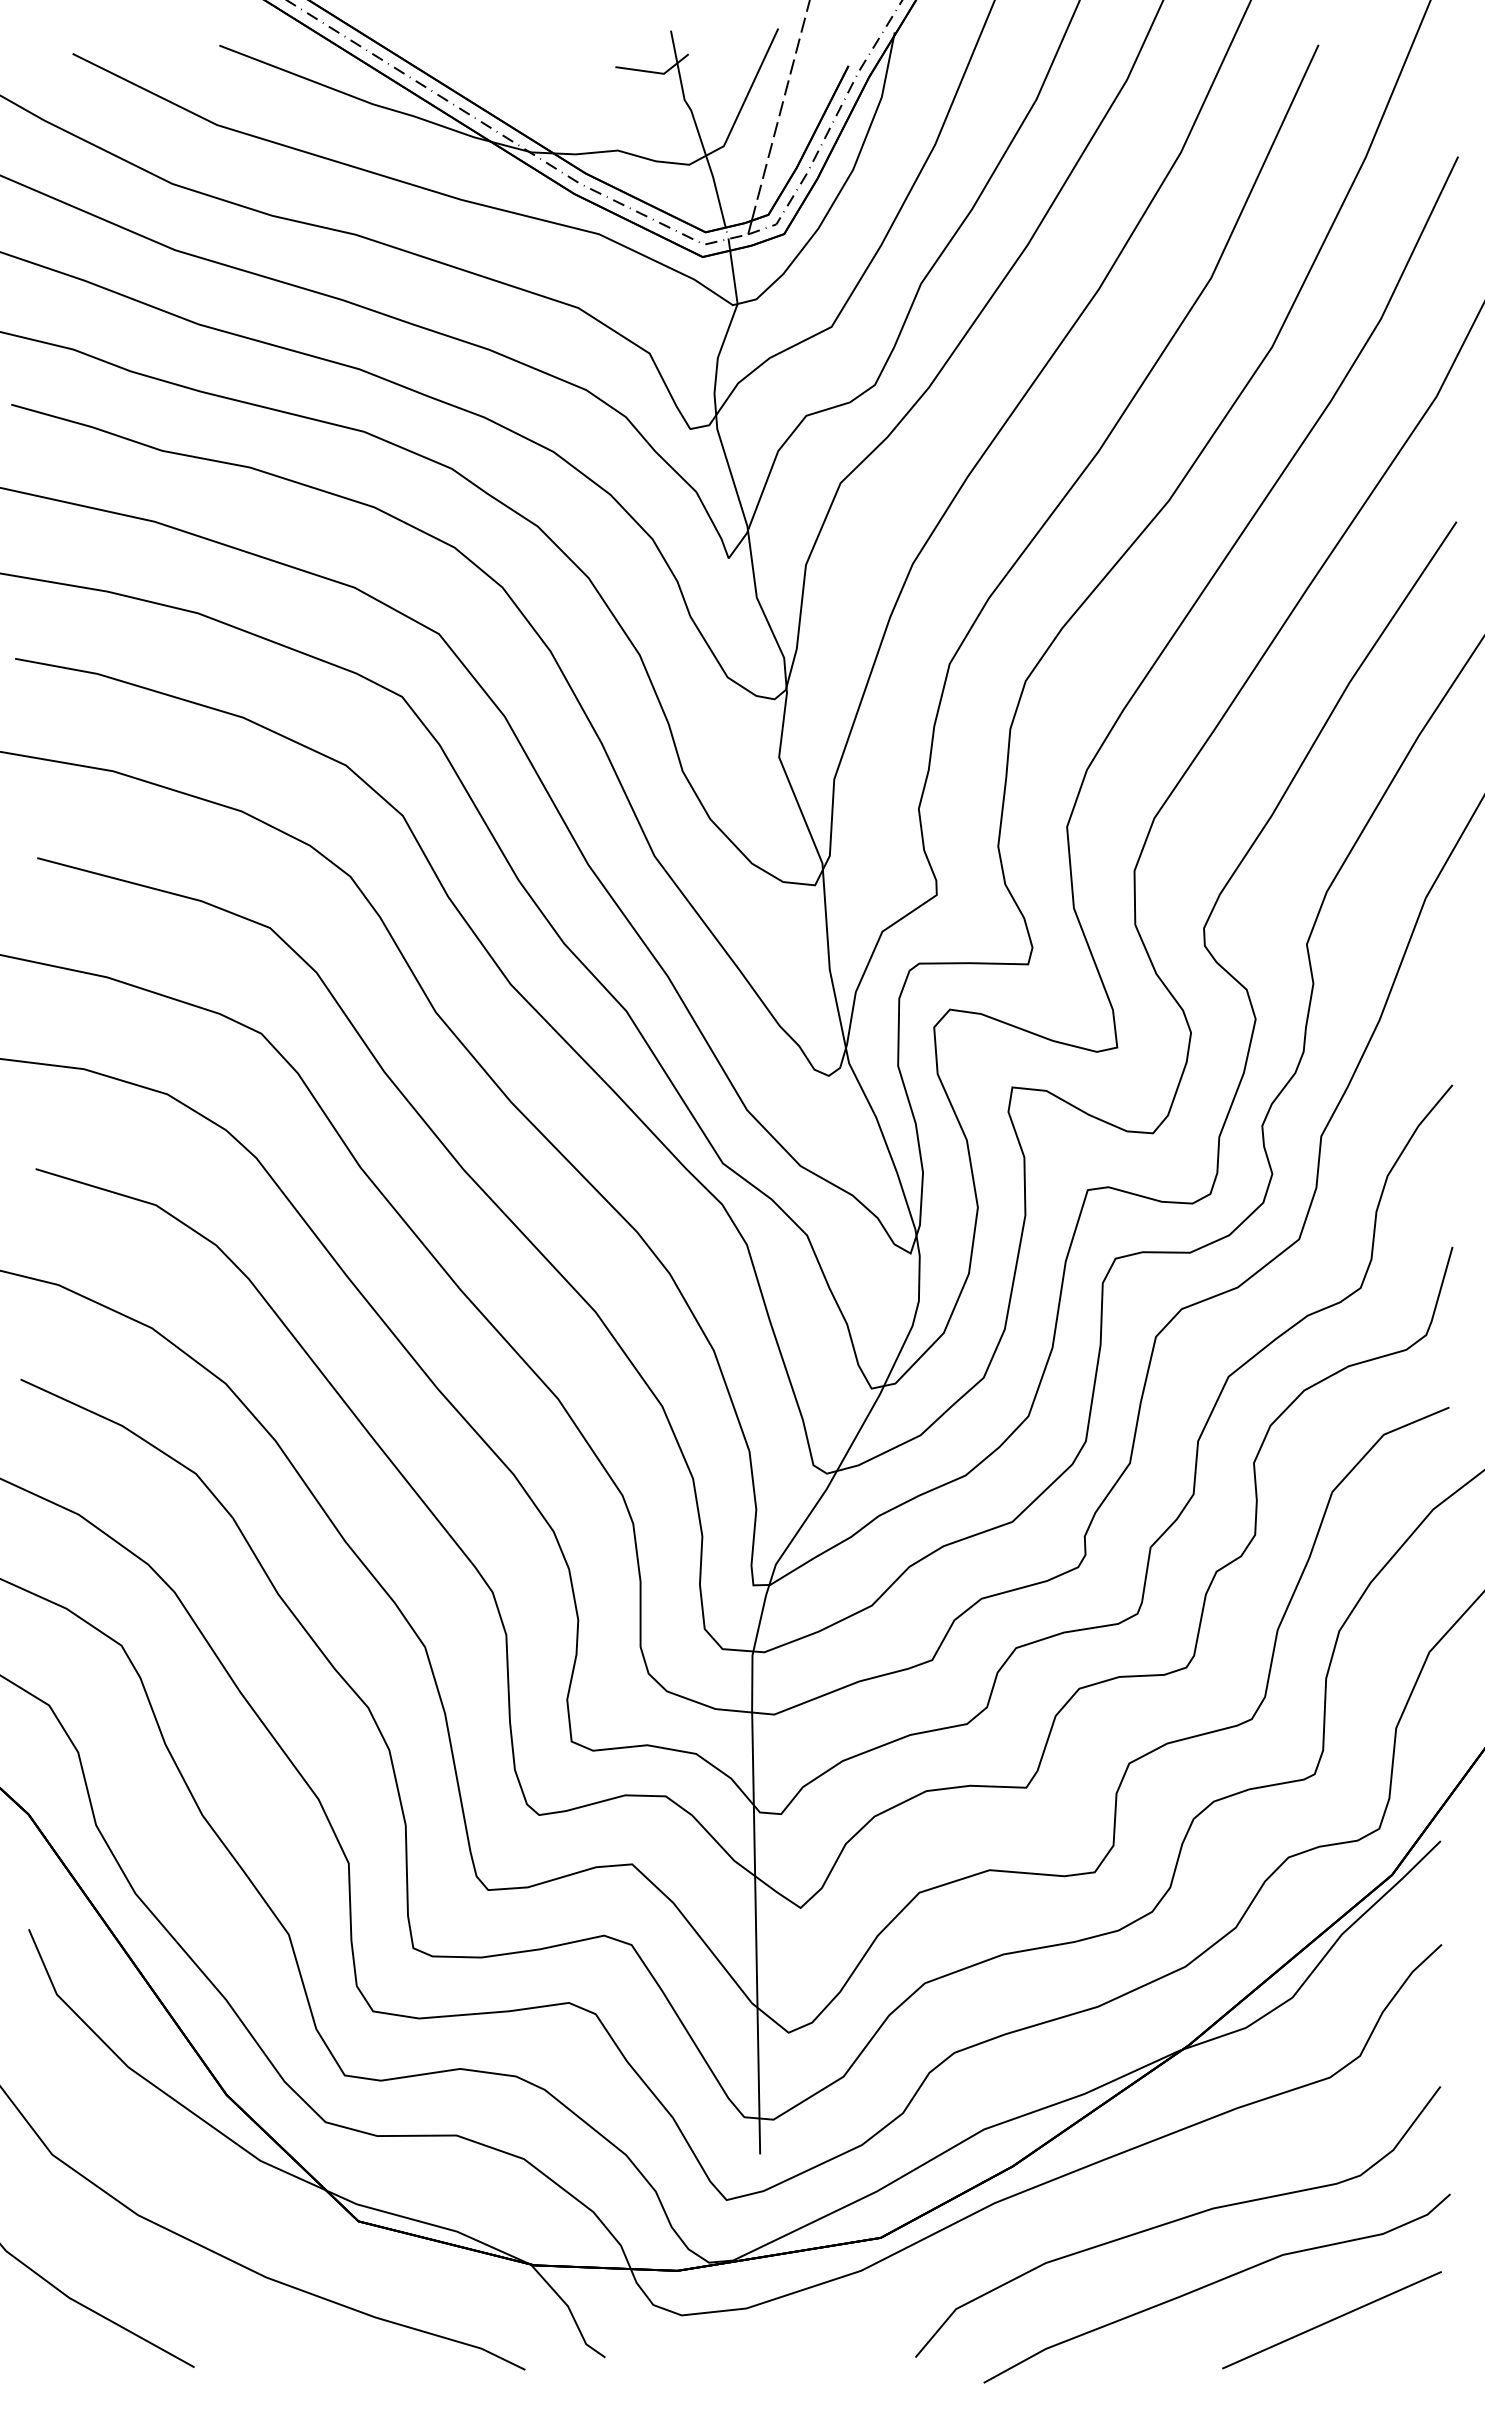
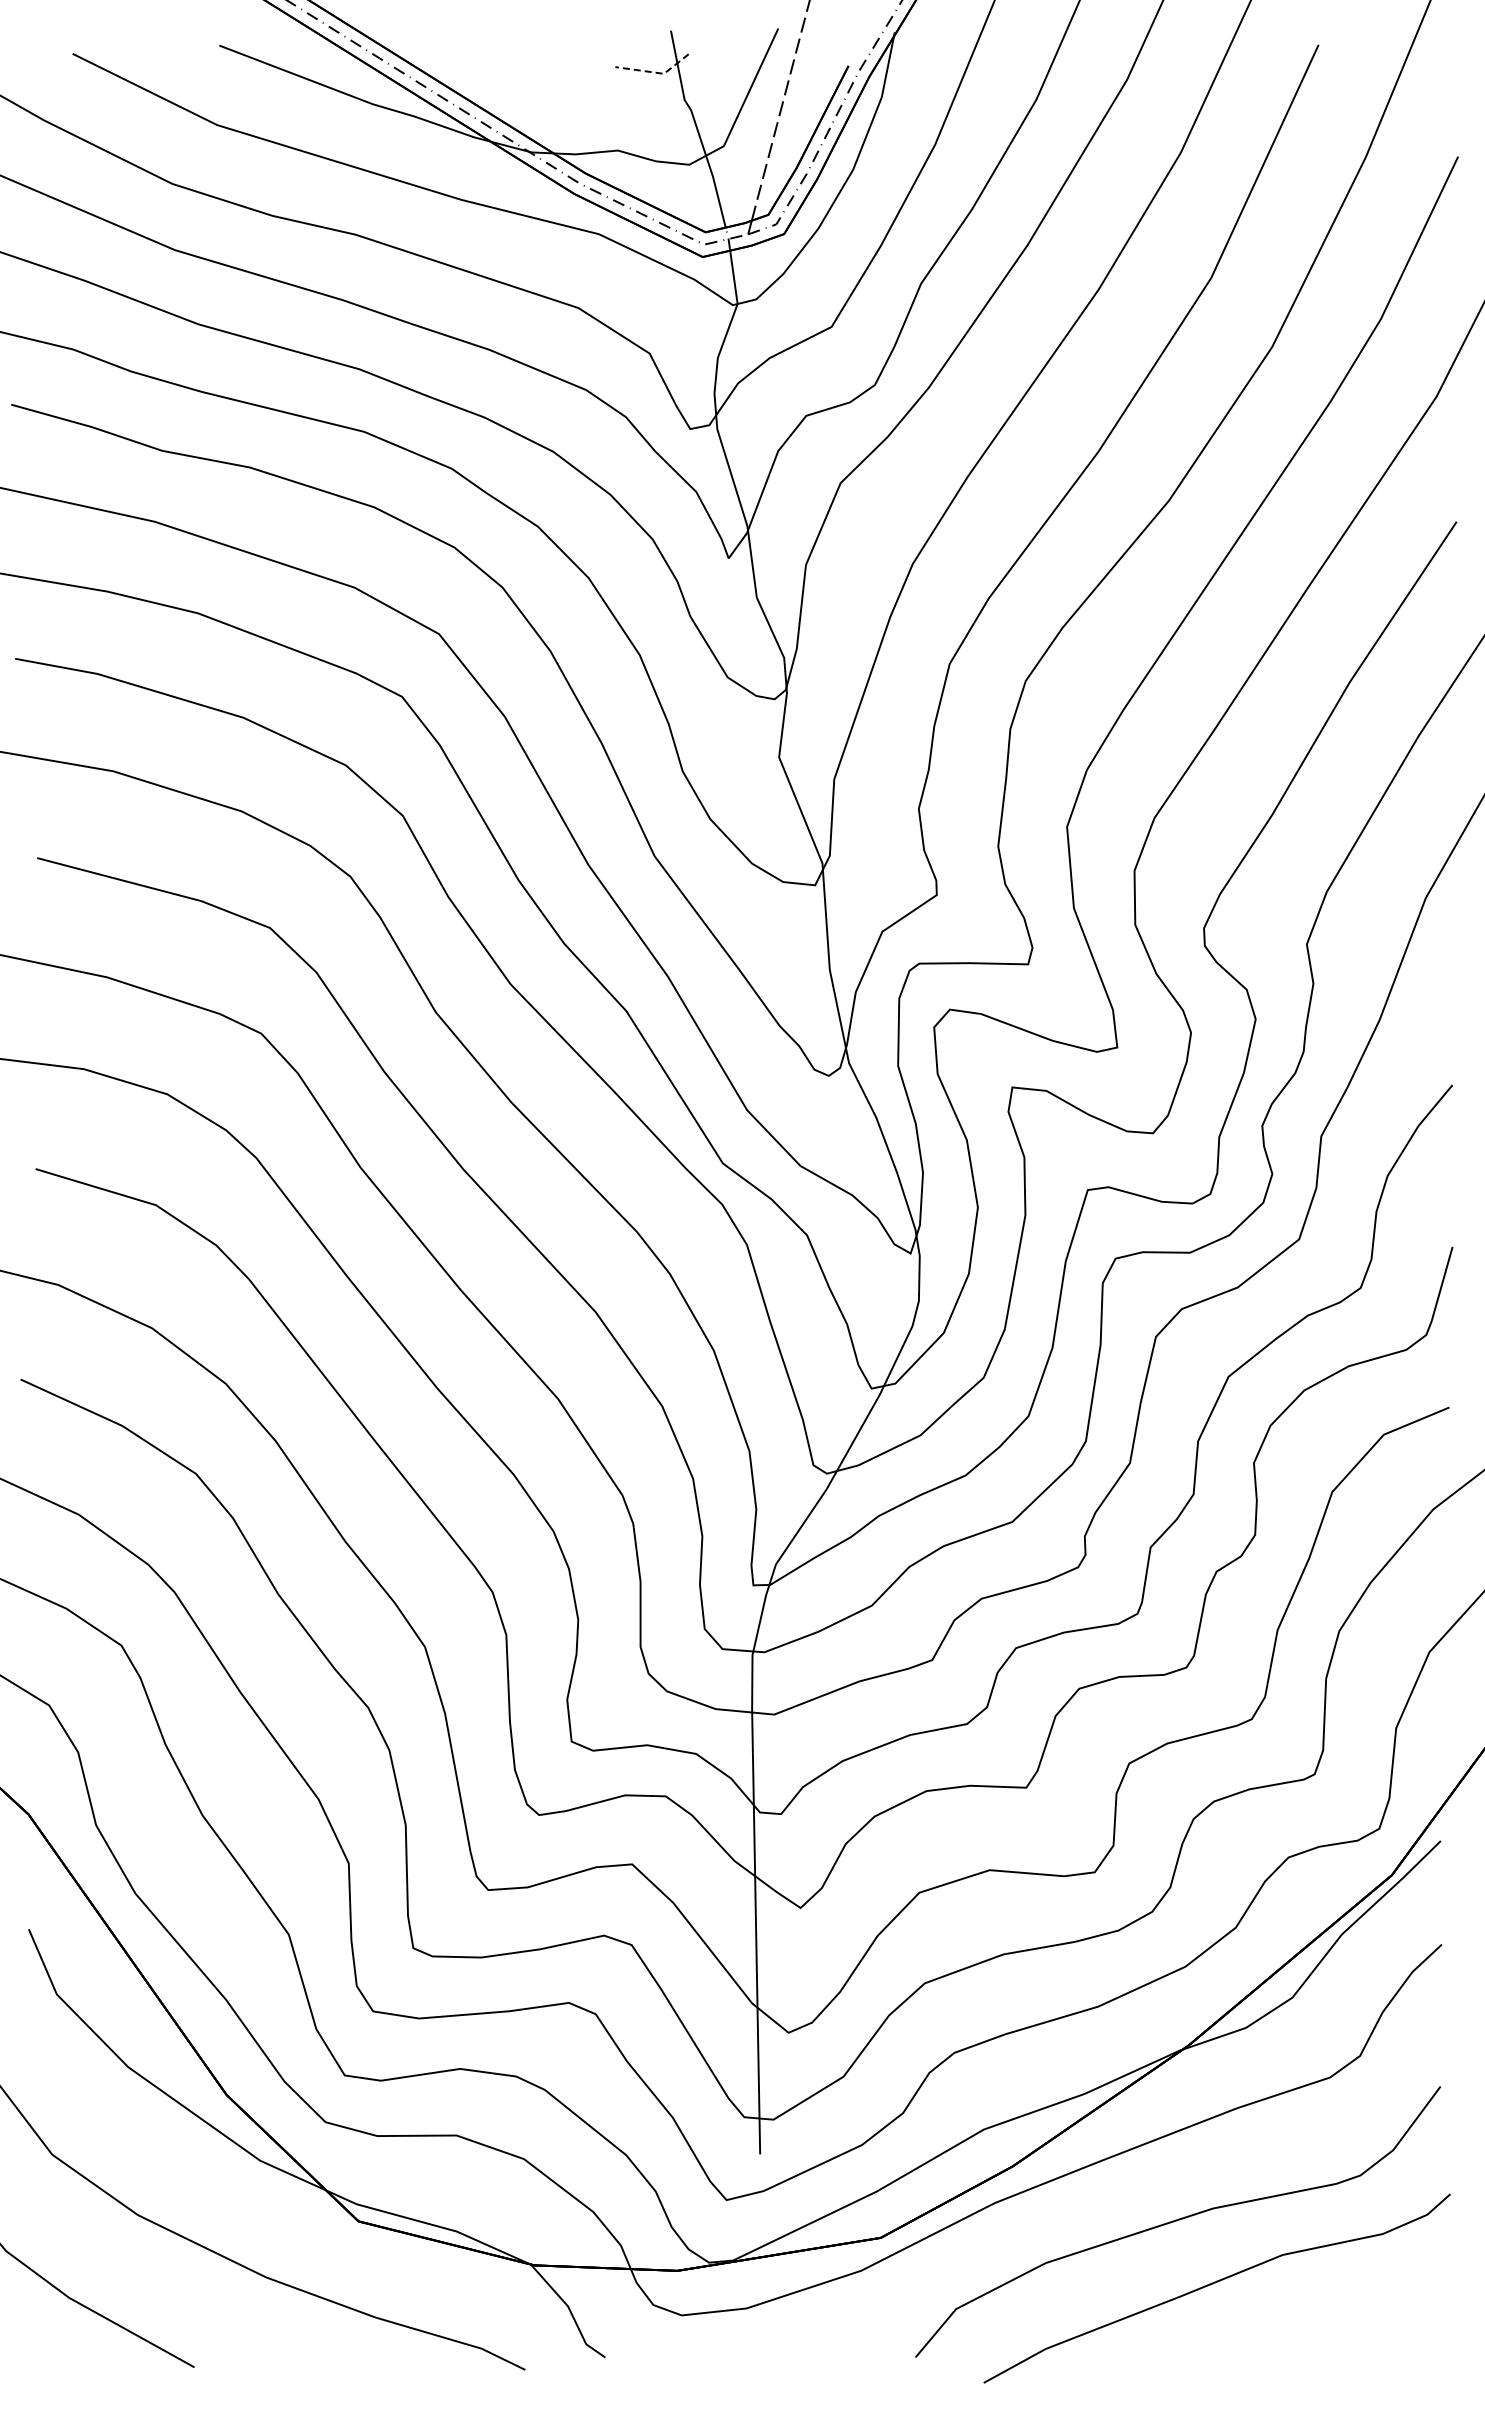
line at (655, 72): solid -> dashed
line at (1331, 2320): present -> none
